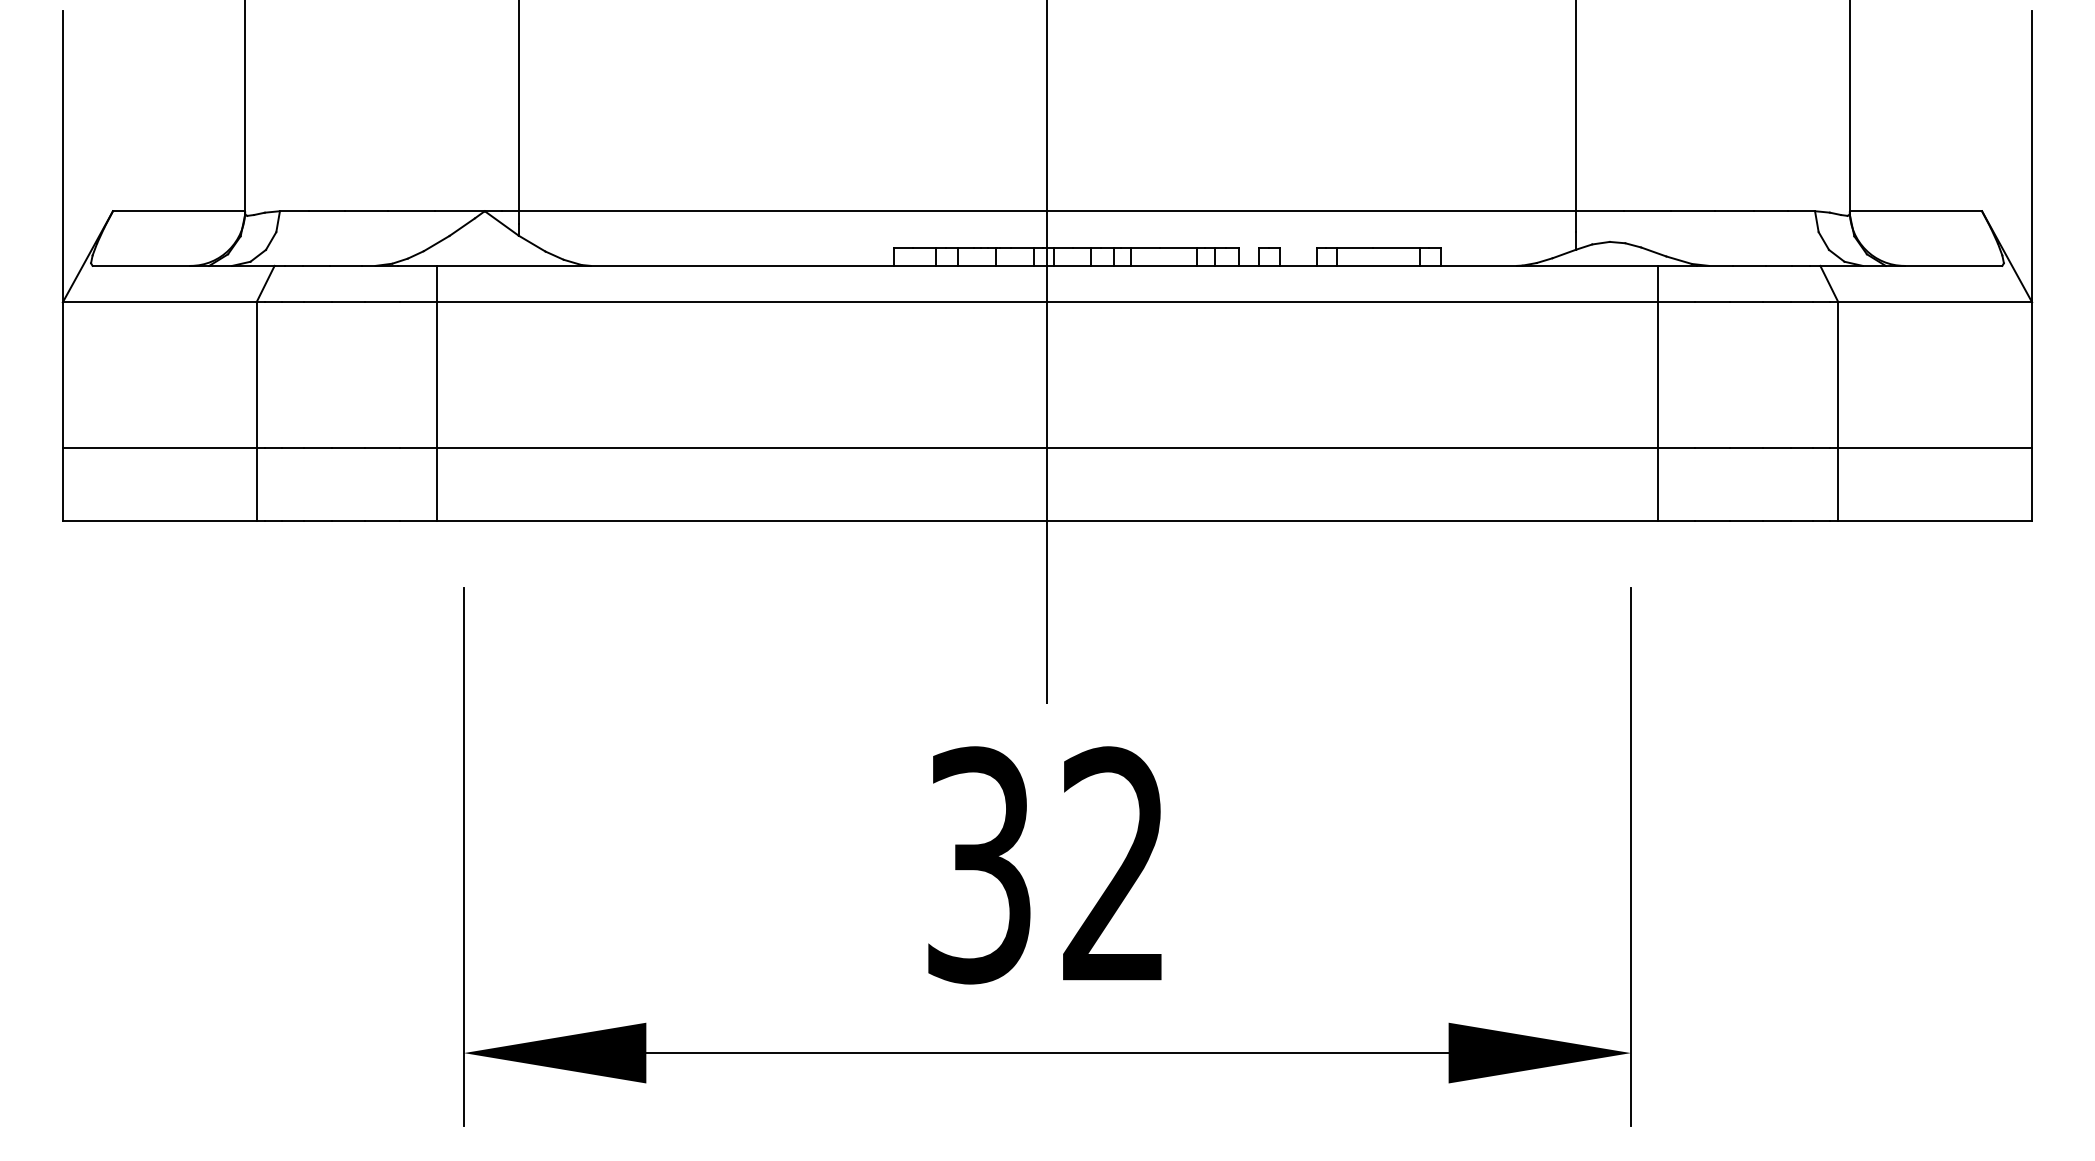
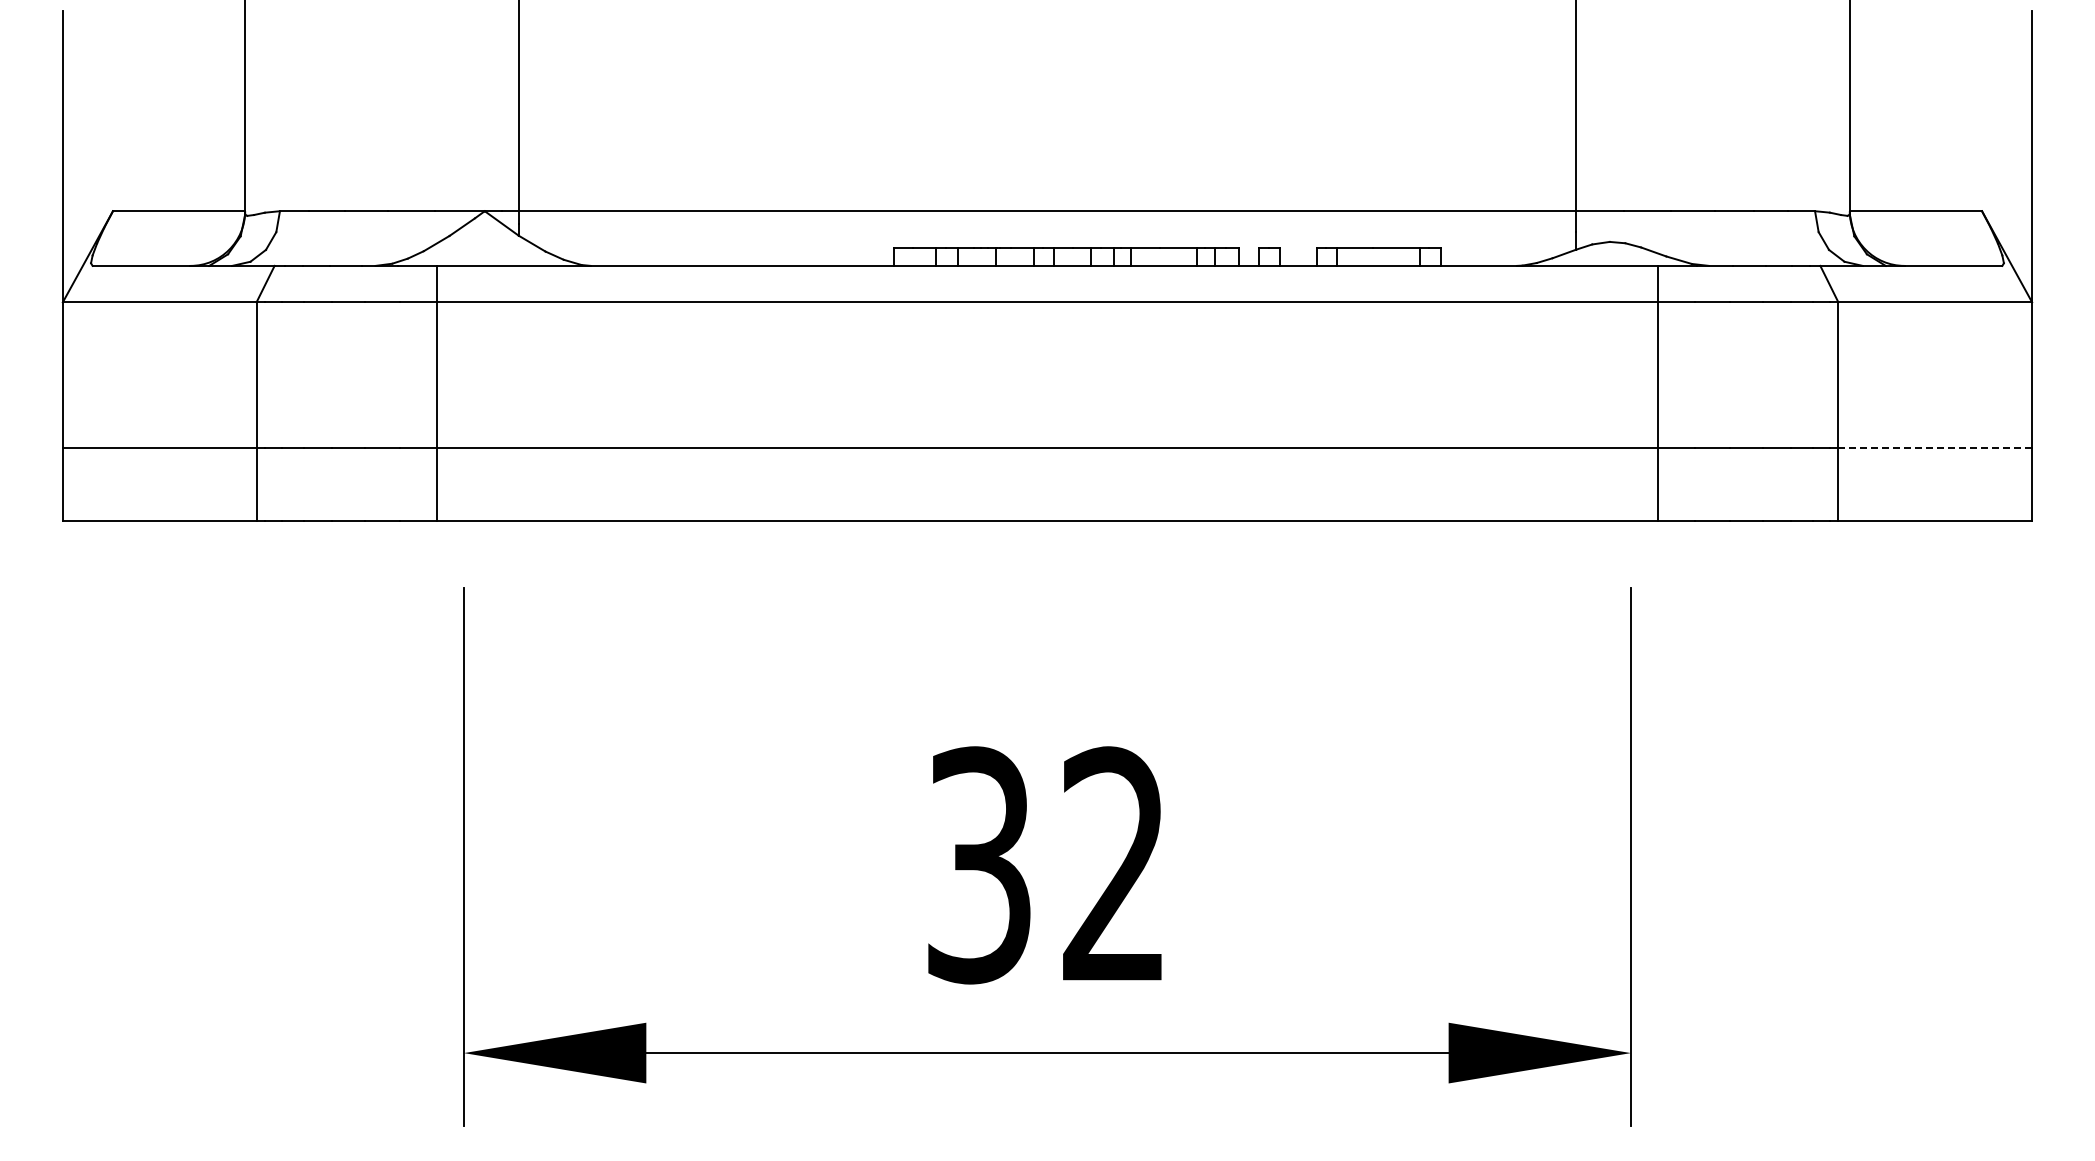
line at (1047, 353): present -> none
line at (1935, 448): solid -> dashed
